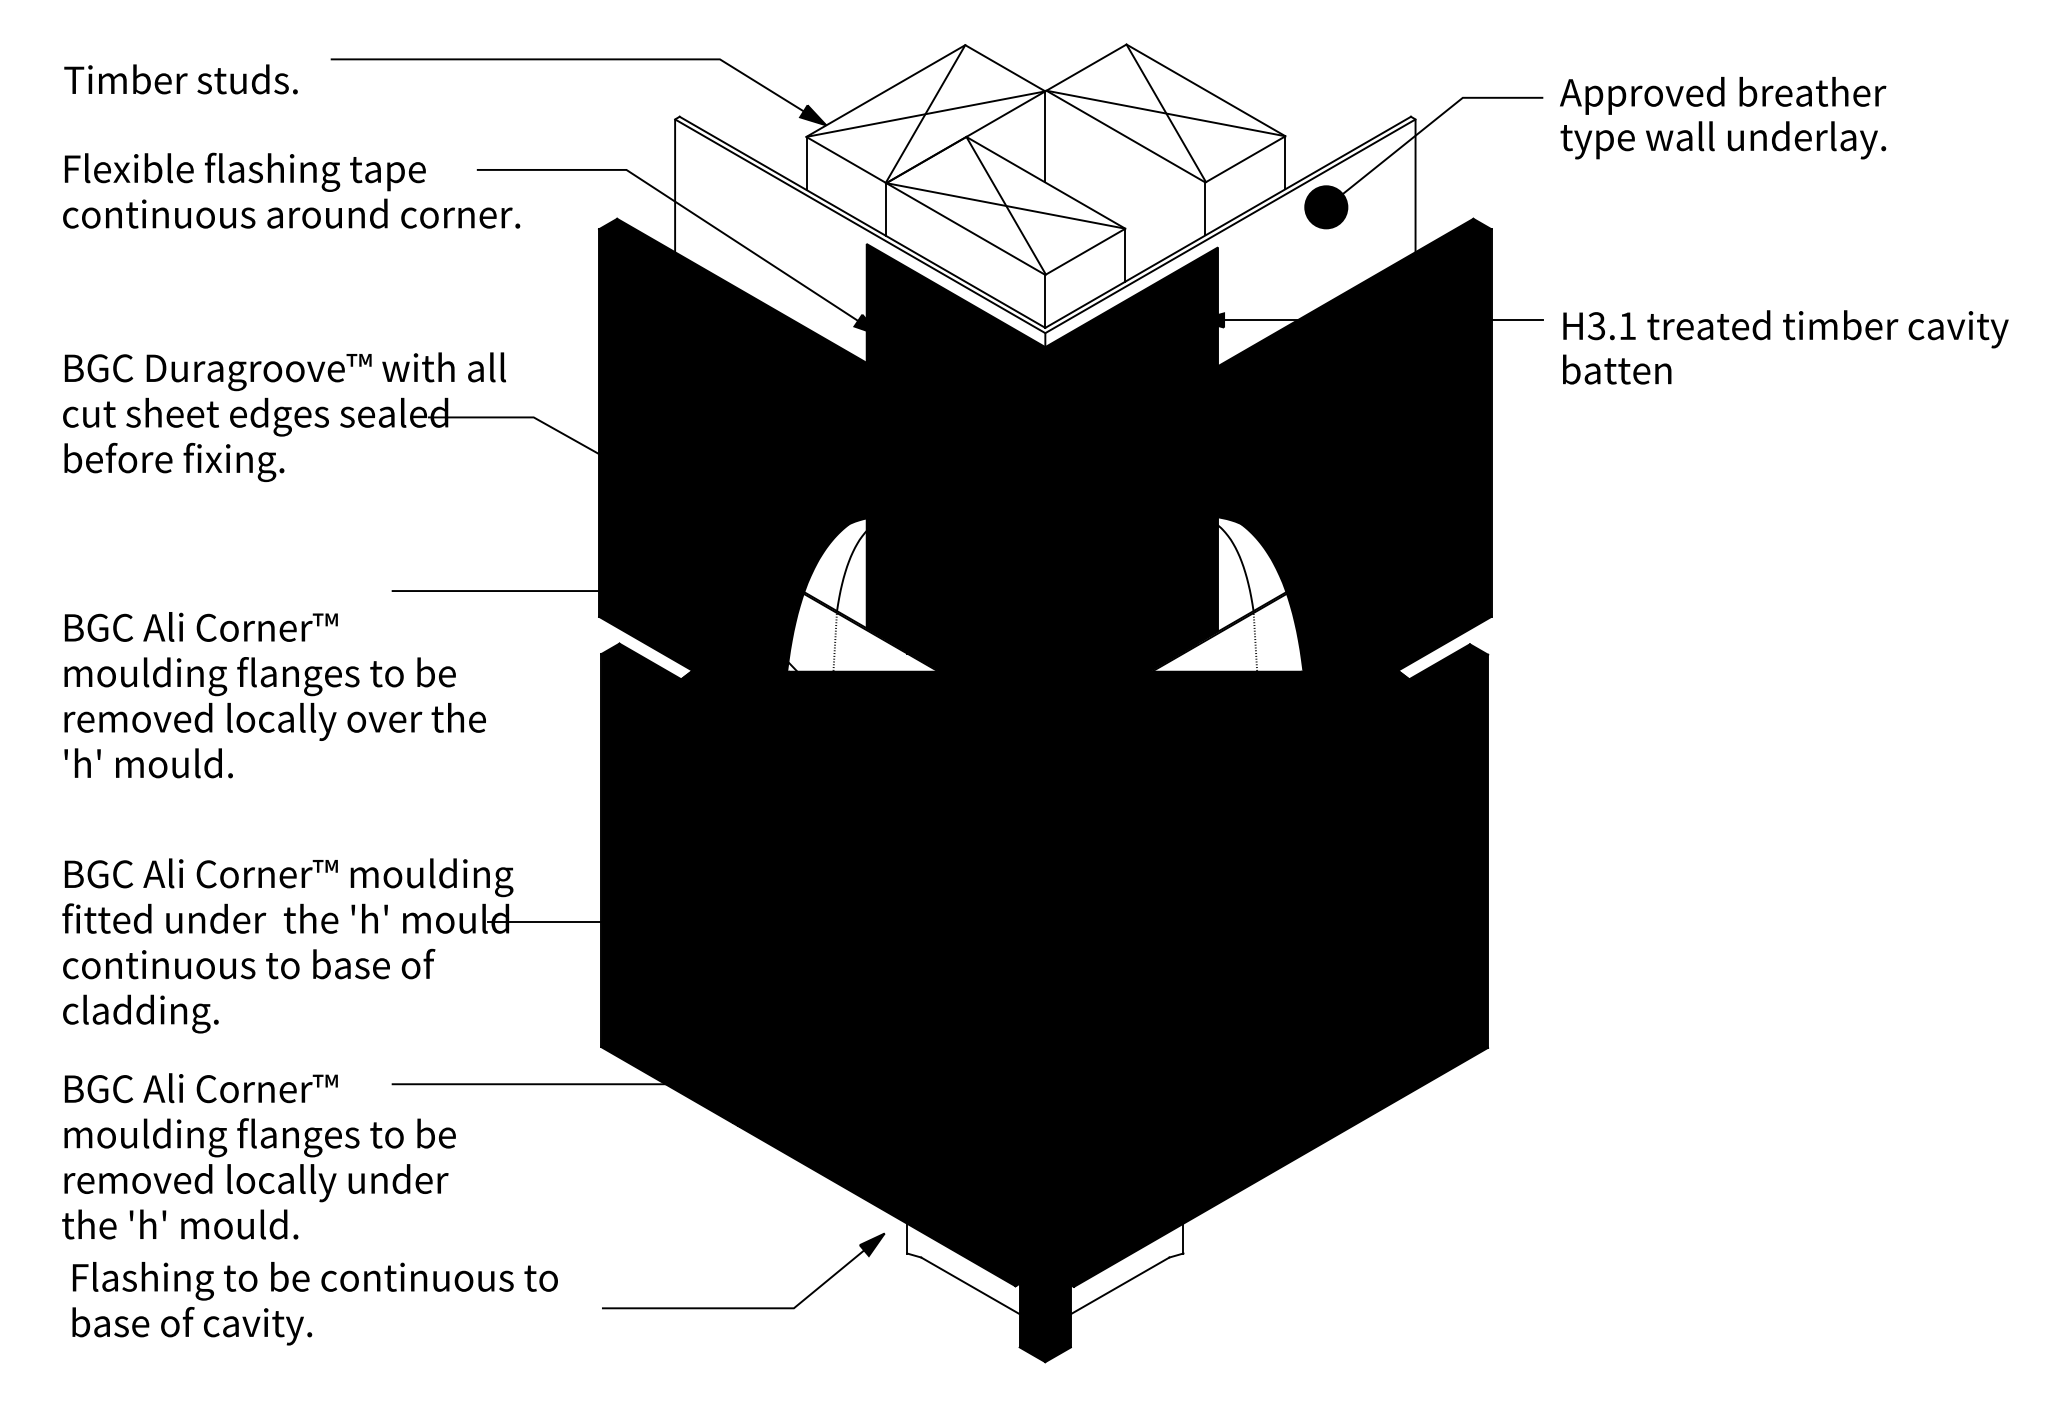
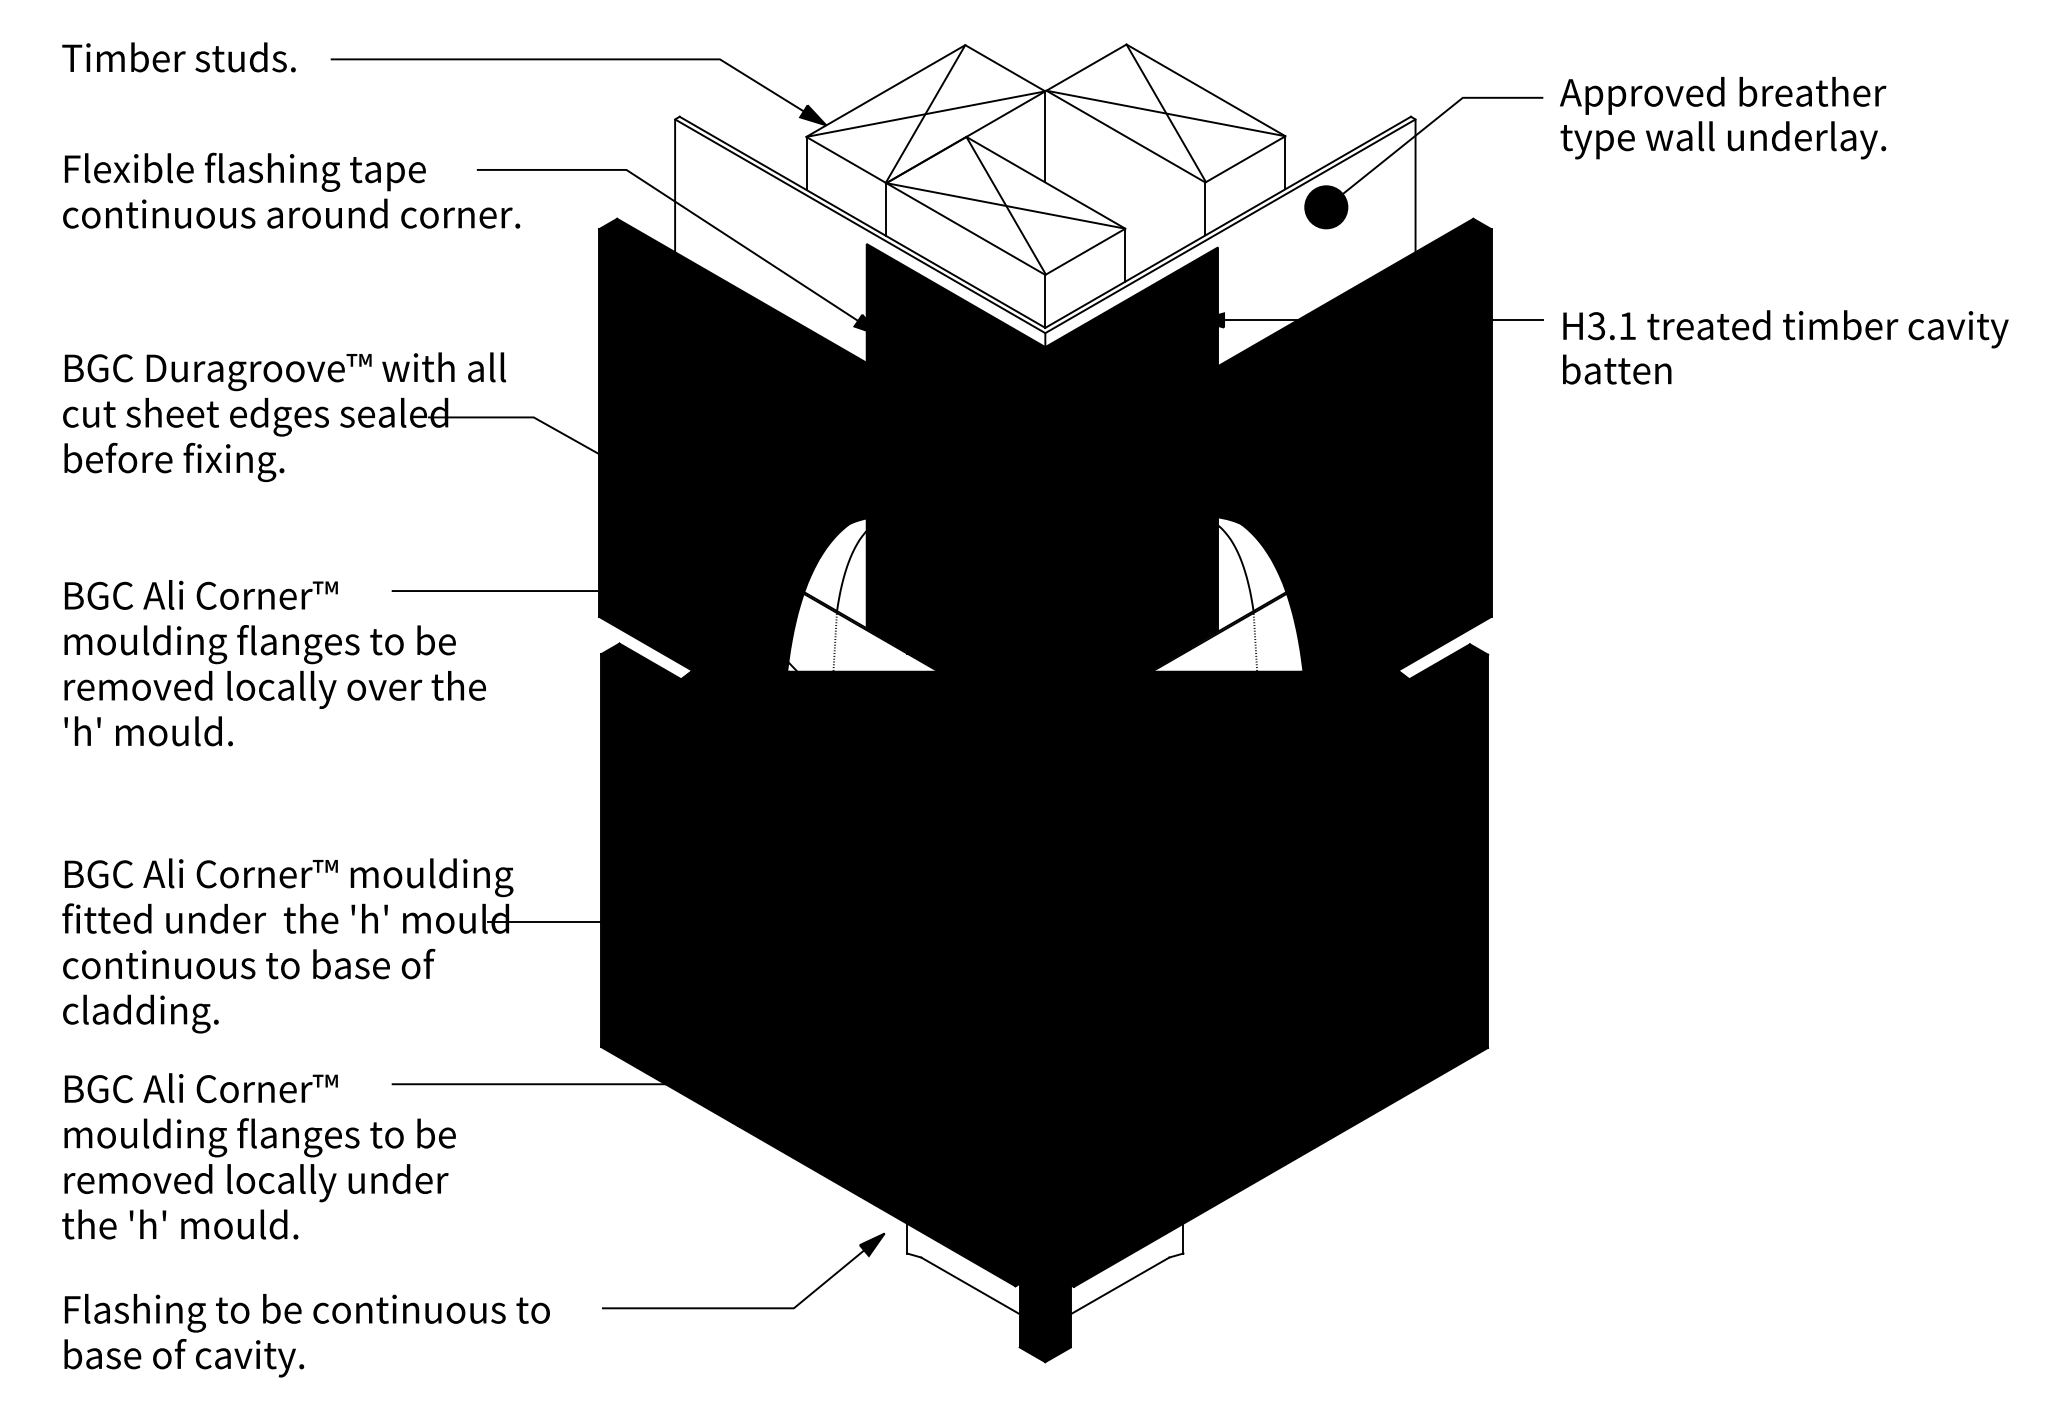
text at (180, 79) position: (180, 79) -> (178, 57)
text at (274, 695) position: (274, 695) -> (274, 663)
text at (314, 1303) position: (314, 1303) -> (306, 1335)
